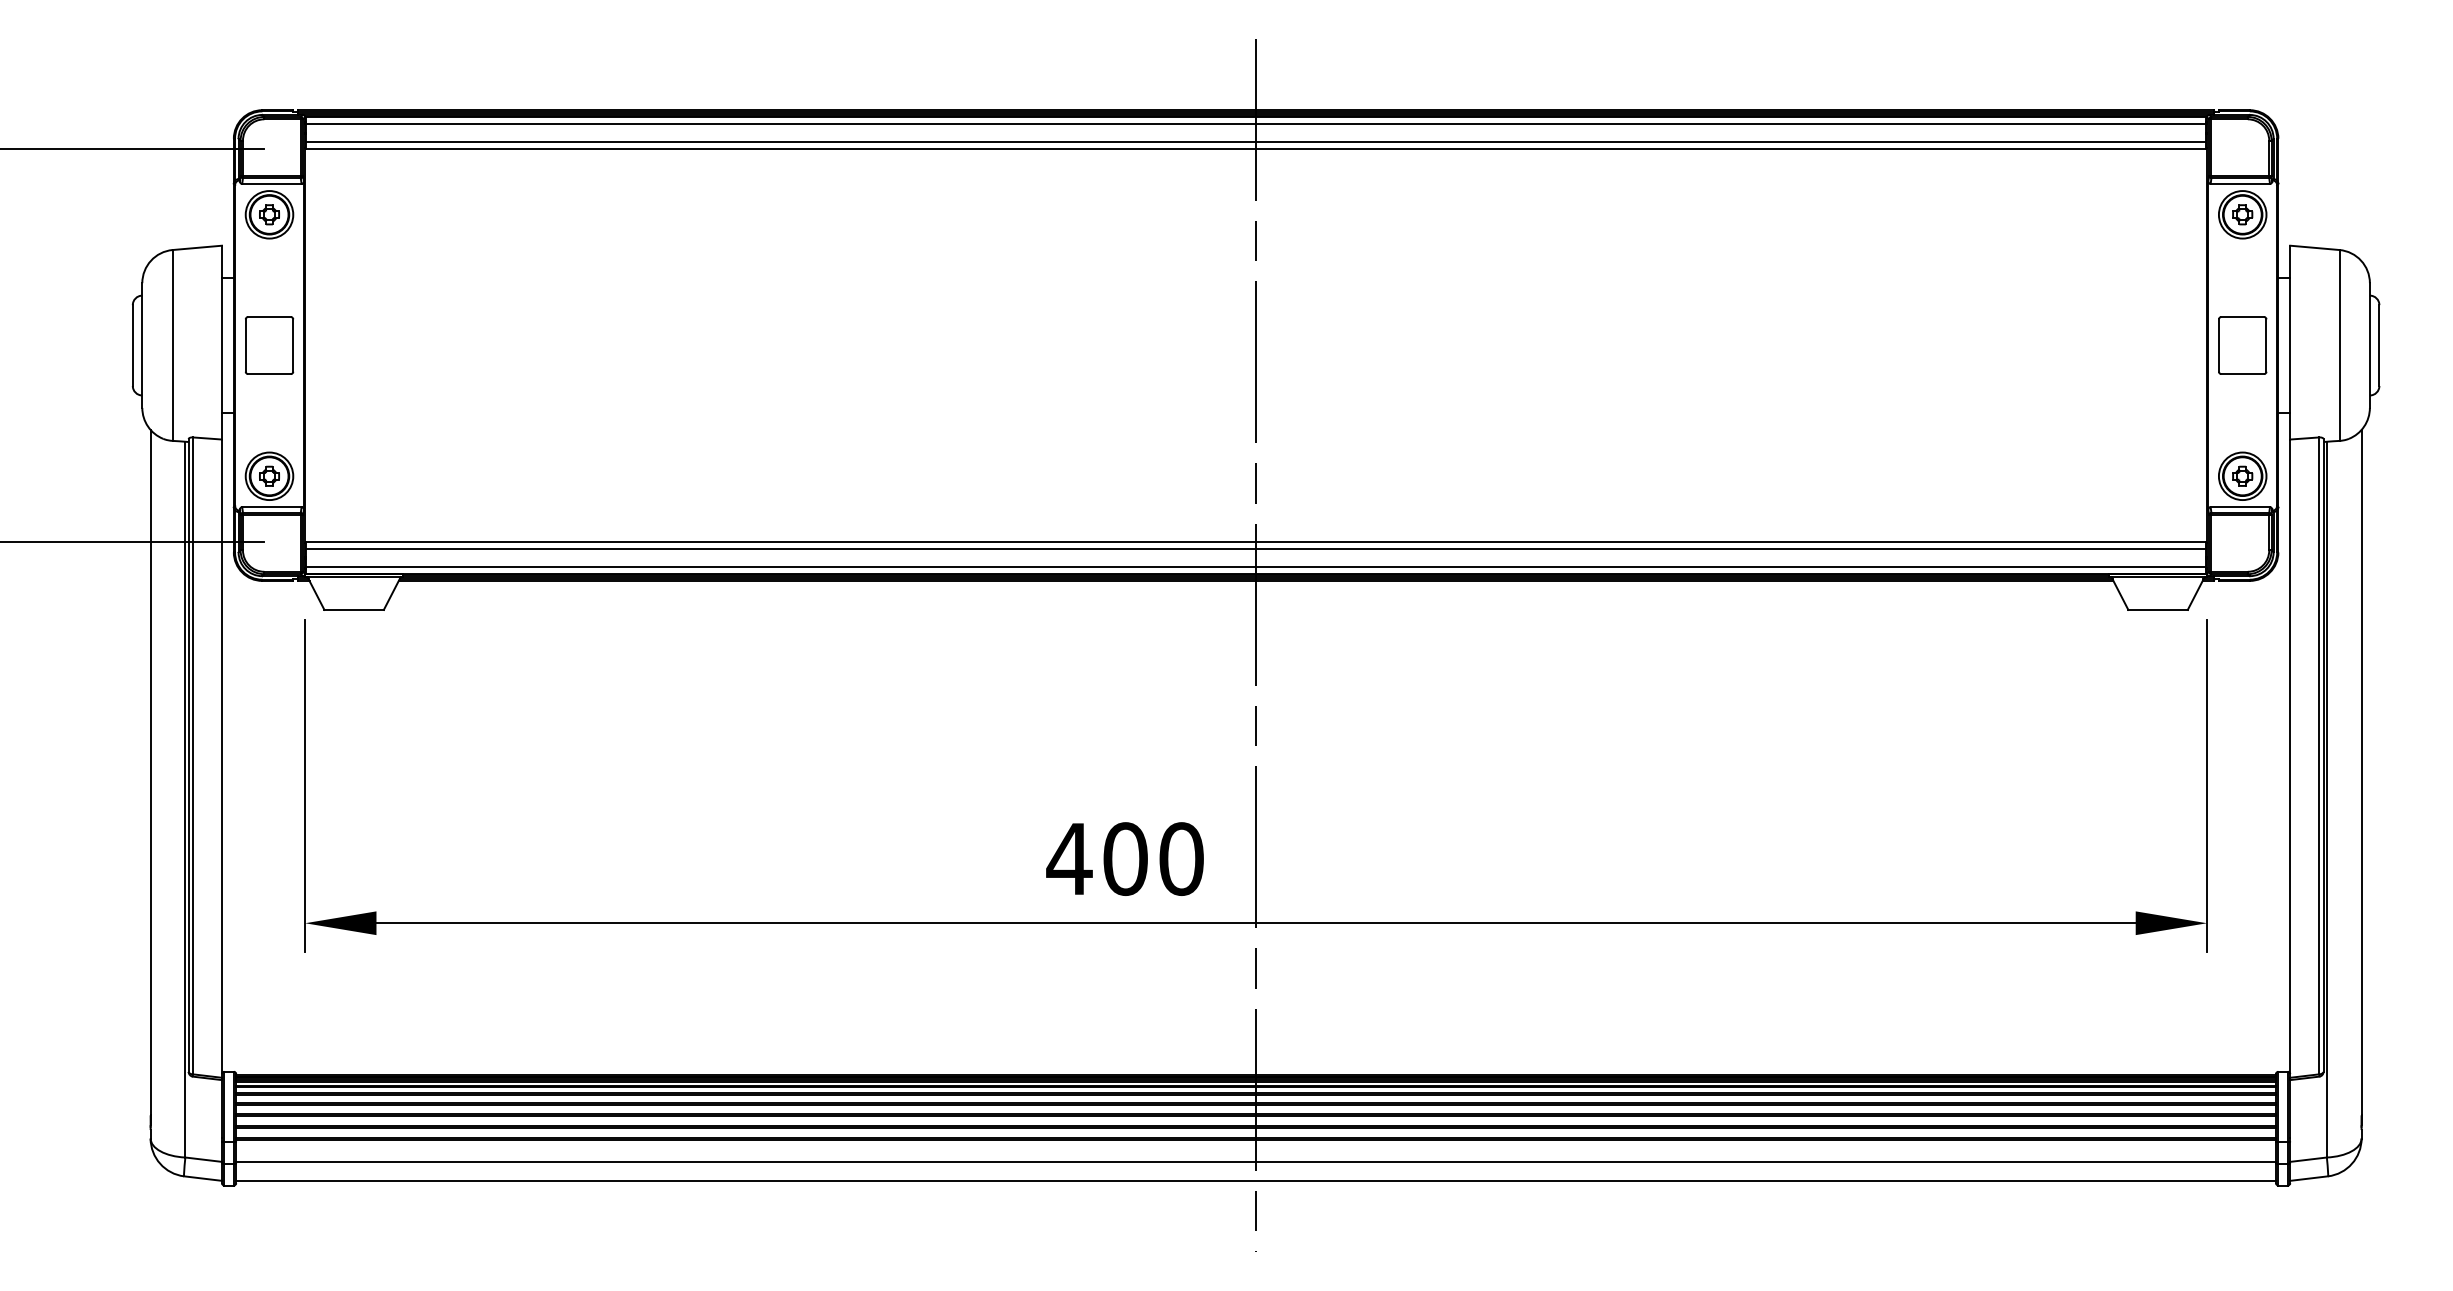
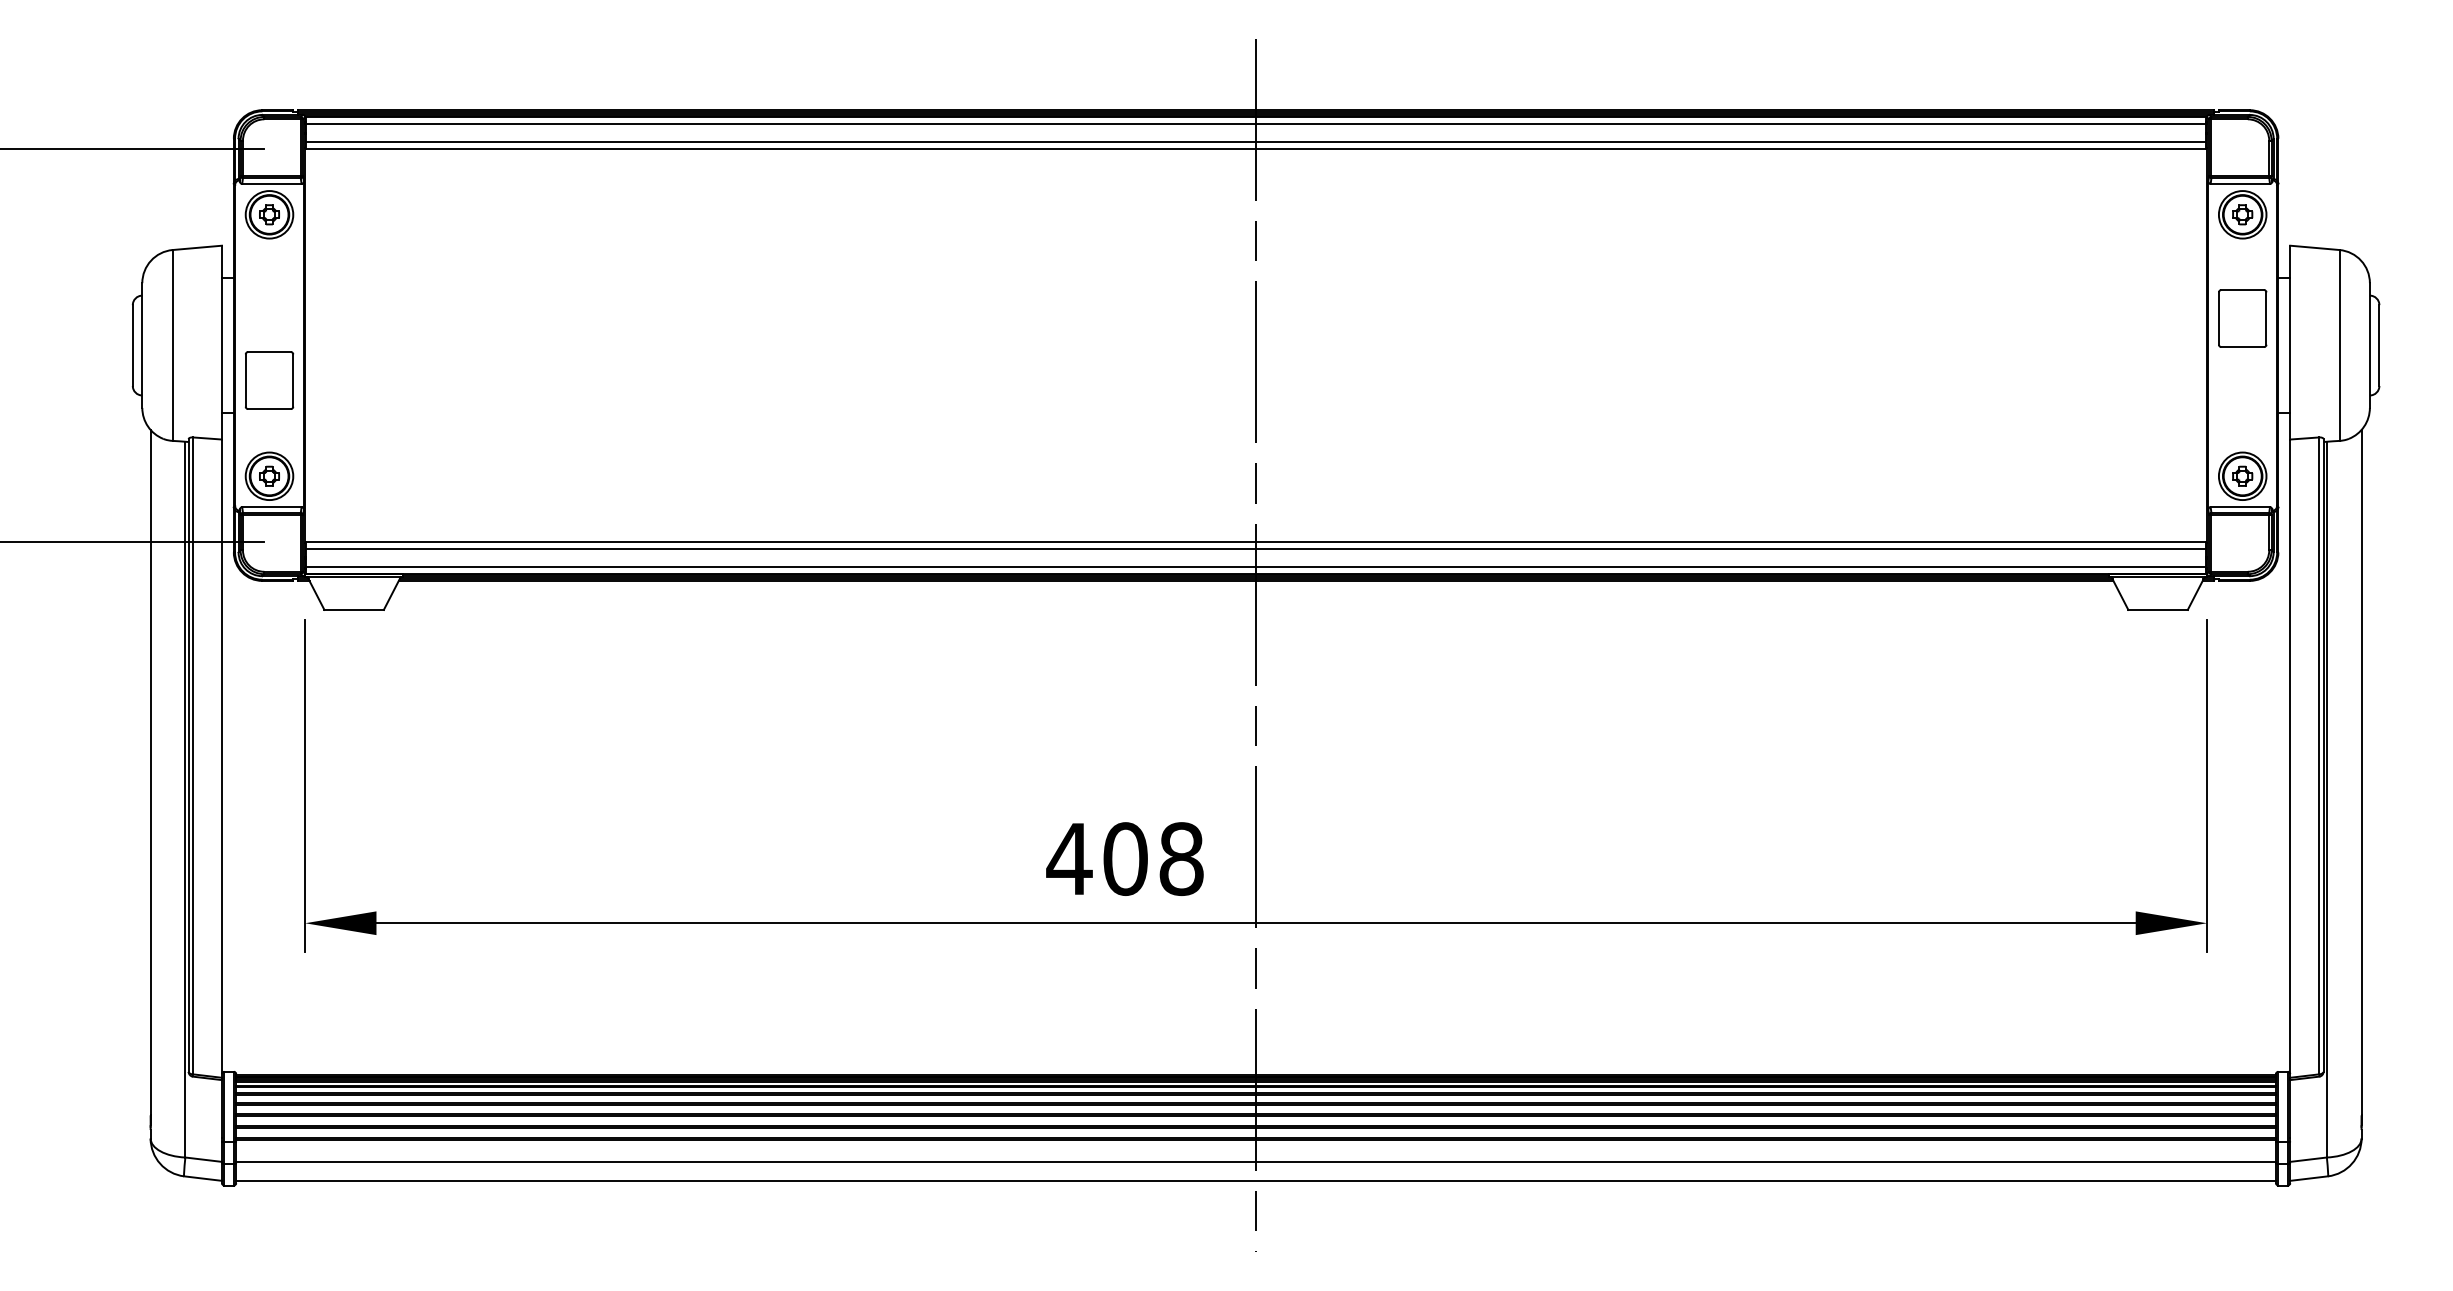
part at (269, 345) position: (269, 345) -> (269, 380)
part at (2242, 345) position: (2242, 345) -> (2242, 318)
text at (1181, 858): 400 -> 408
